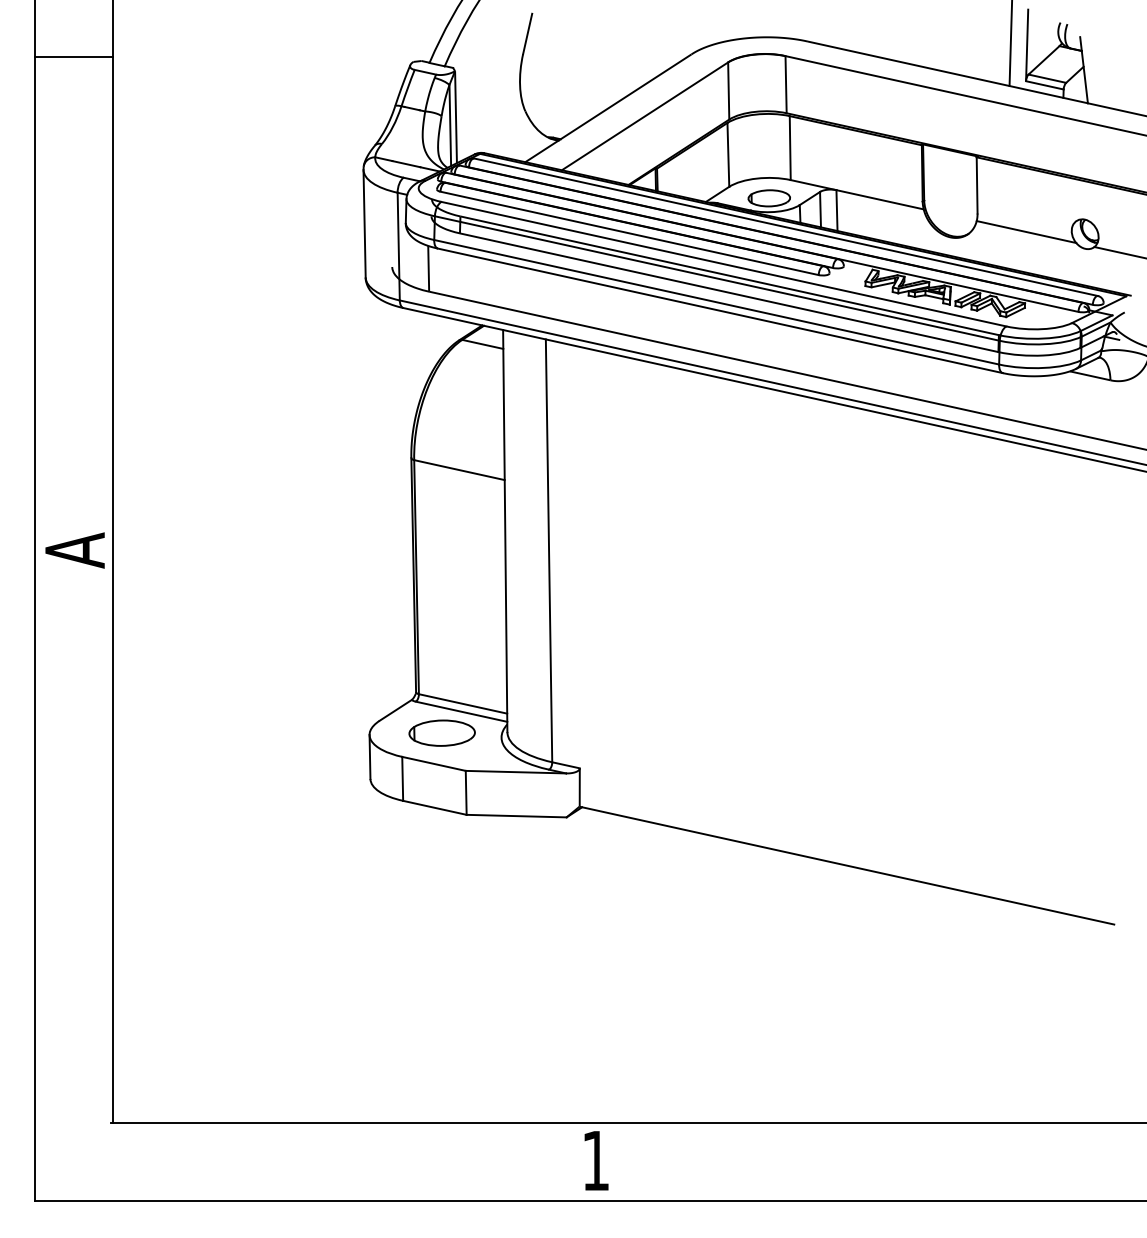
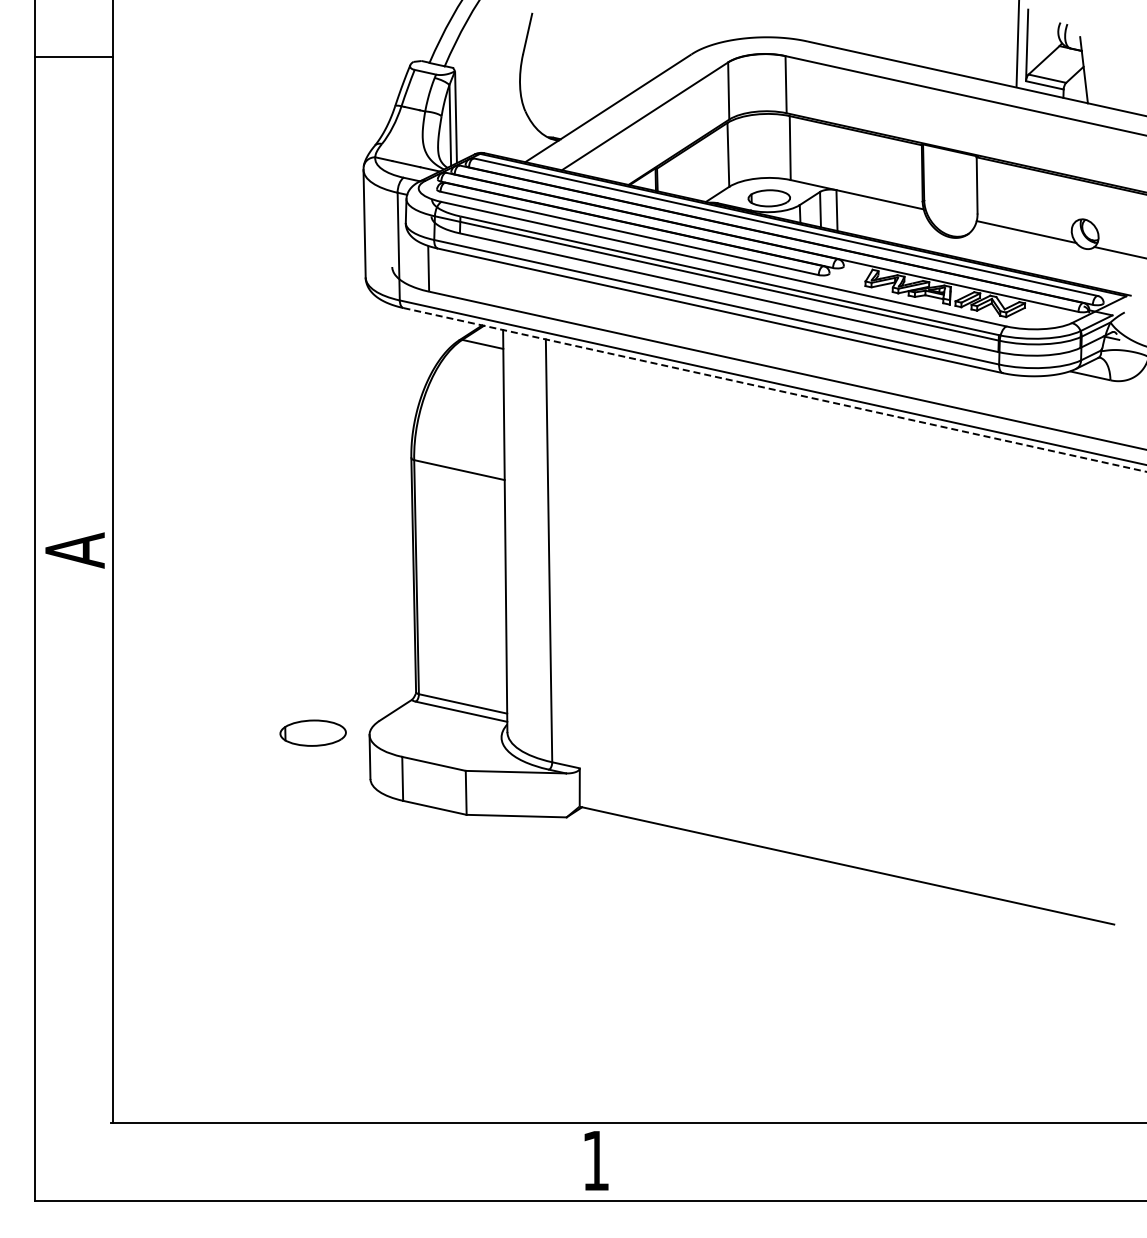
line at (1010, 44) position: (1010, 44) -> (1017, 44)
line at (775, 390): solid -> dashed
part at (441, 732) position: (441, 732) -> (312, 732)
